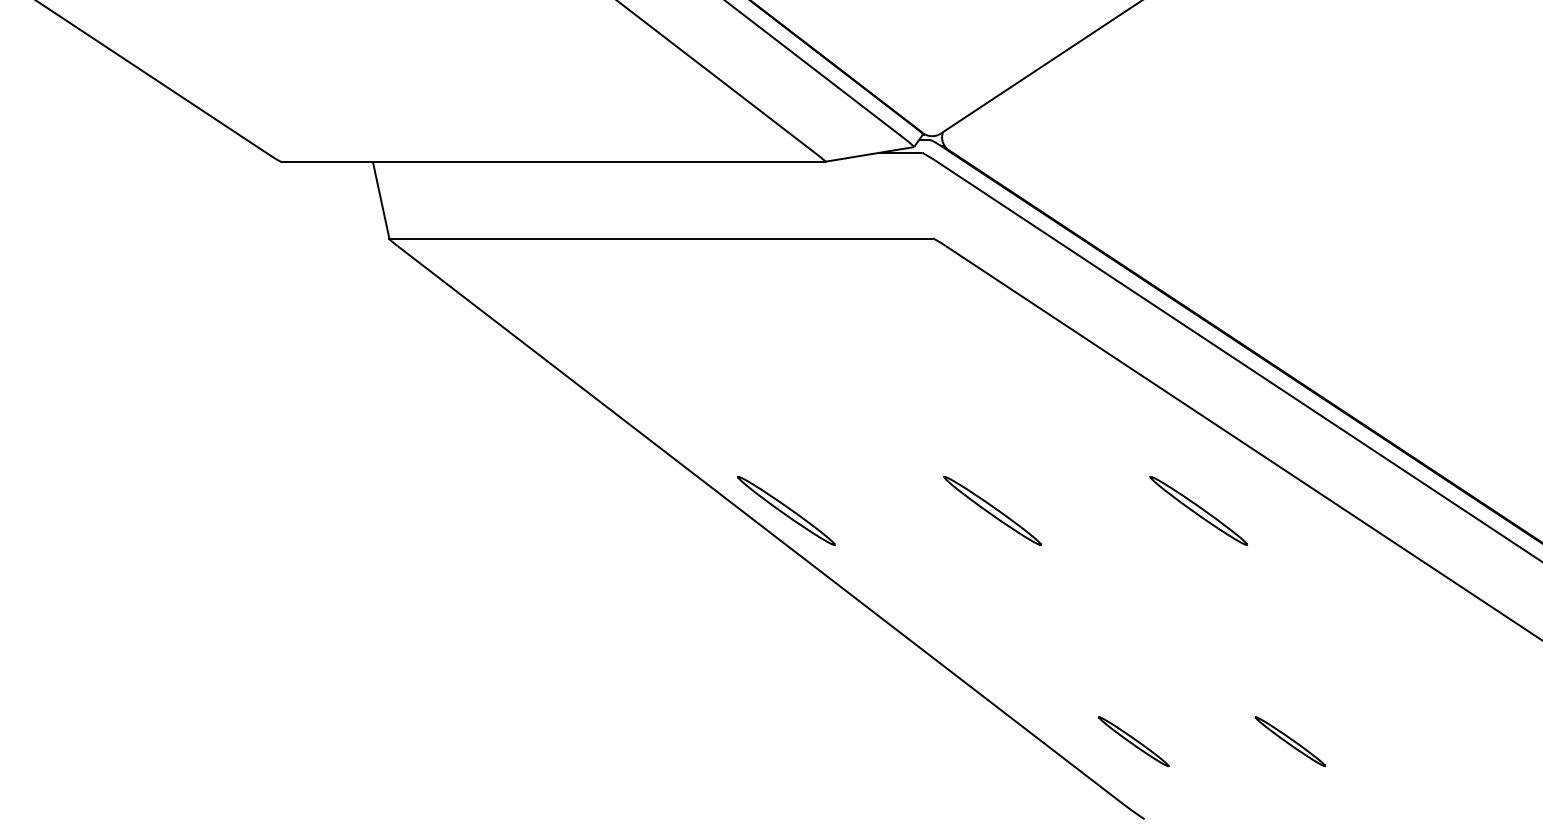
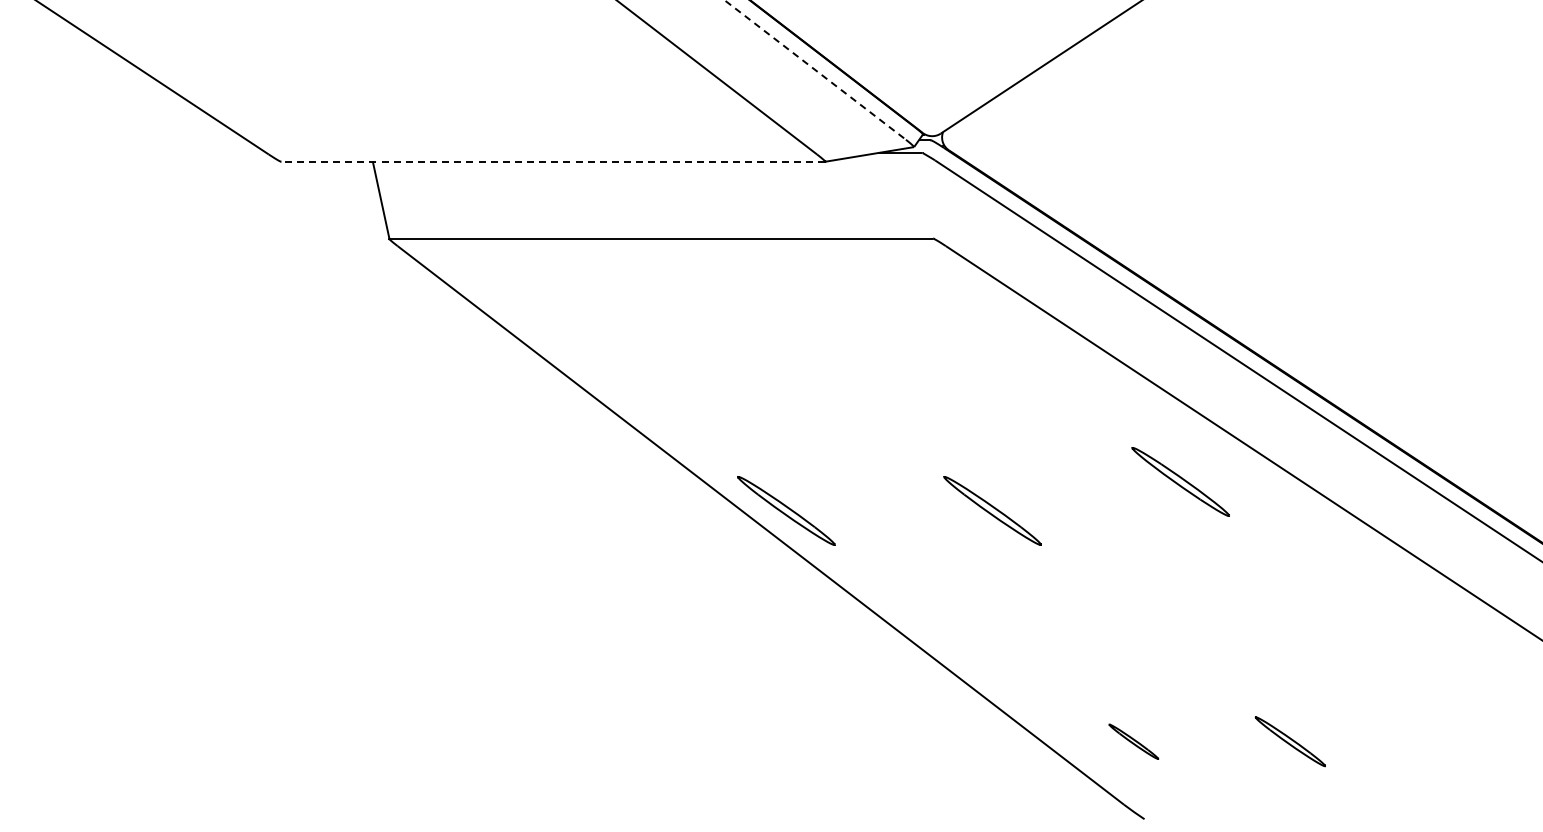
line at (815, 70): solid -> dashed
line at (553, 161): solid -> dashed
part at (1198, 510) position: (1198, 510) -> (1180, 481)
part at (1133, 741) size: 72x52 px -> 52x37 px
